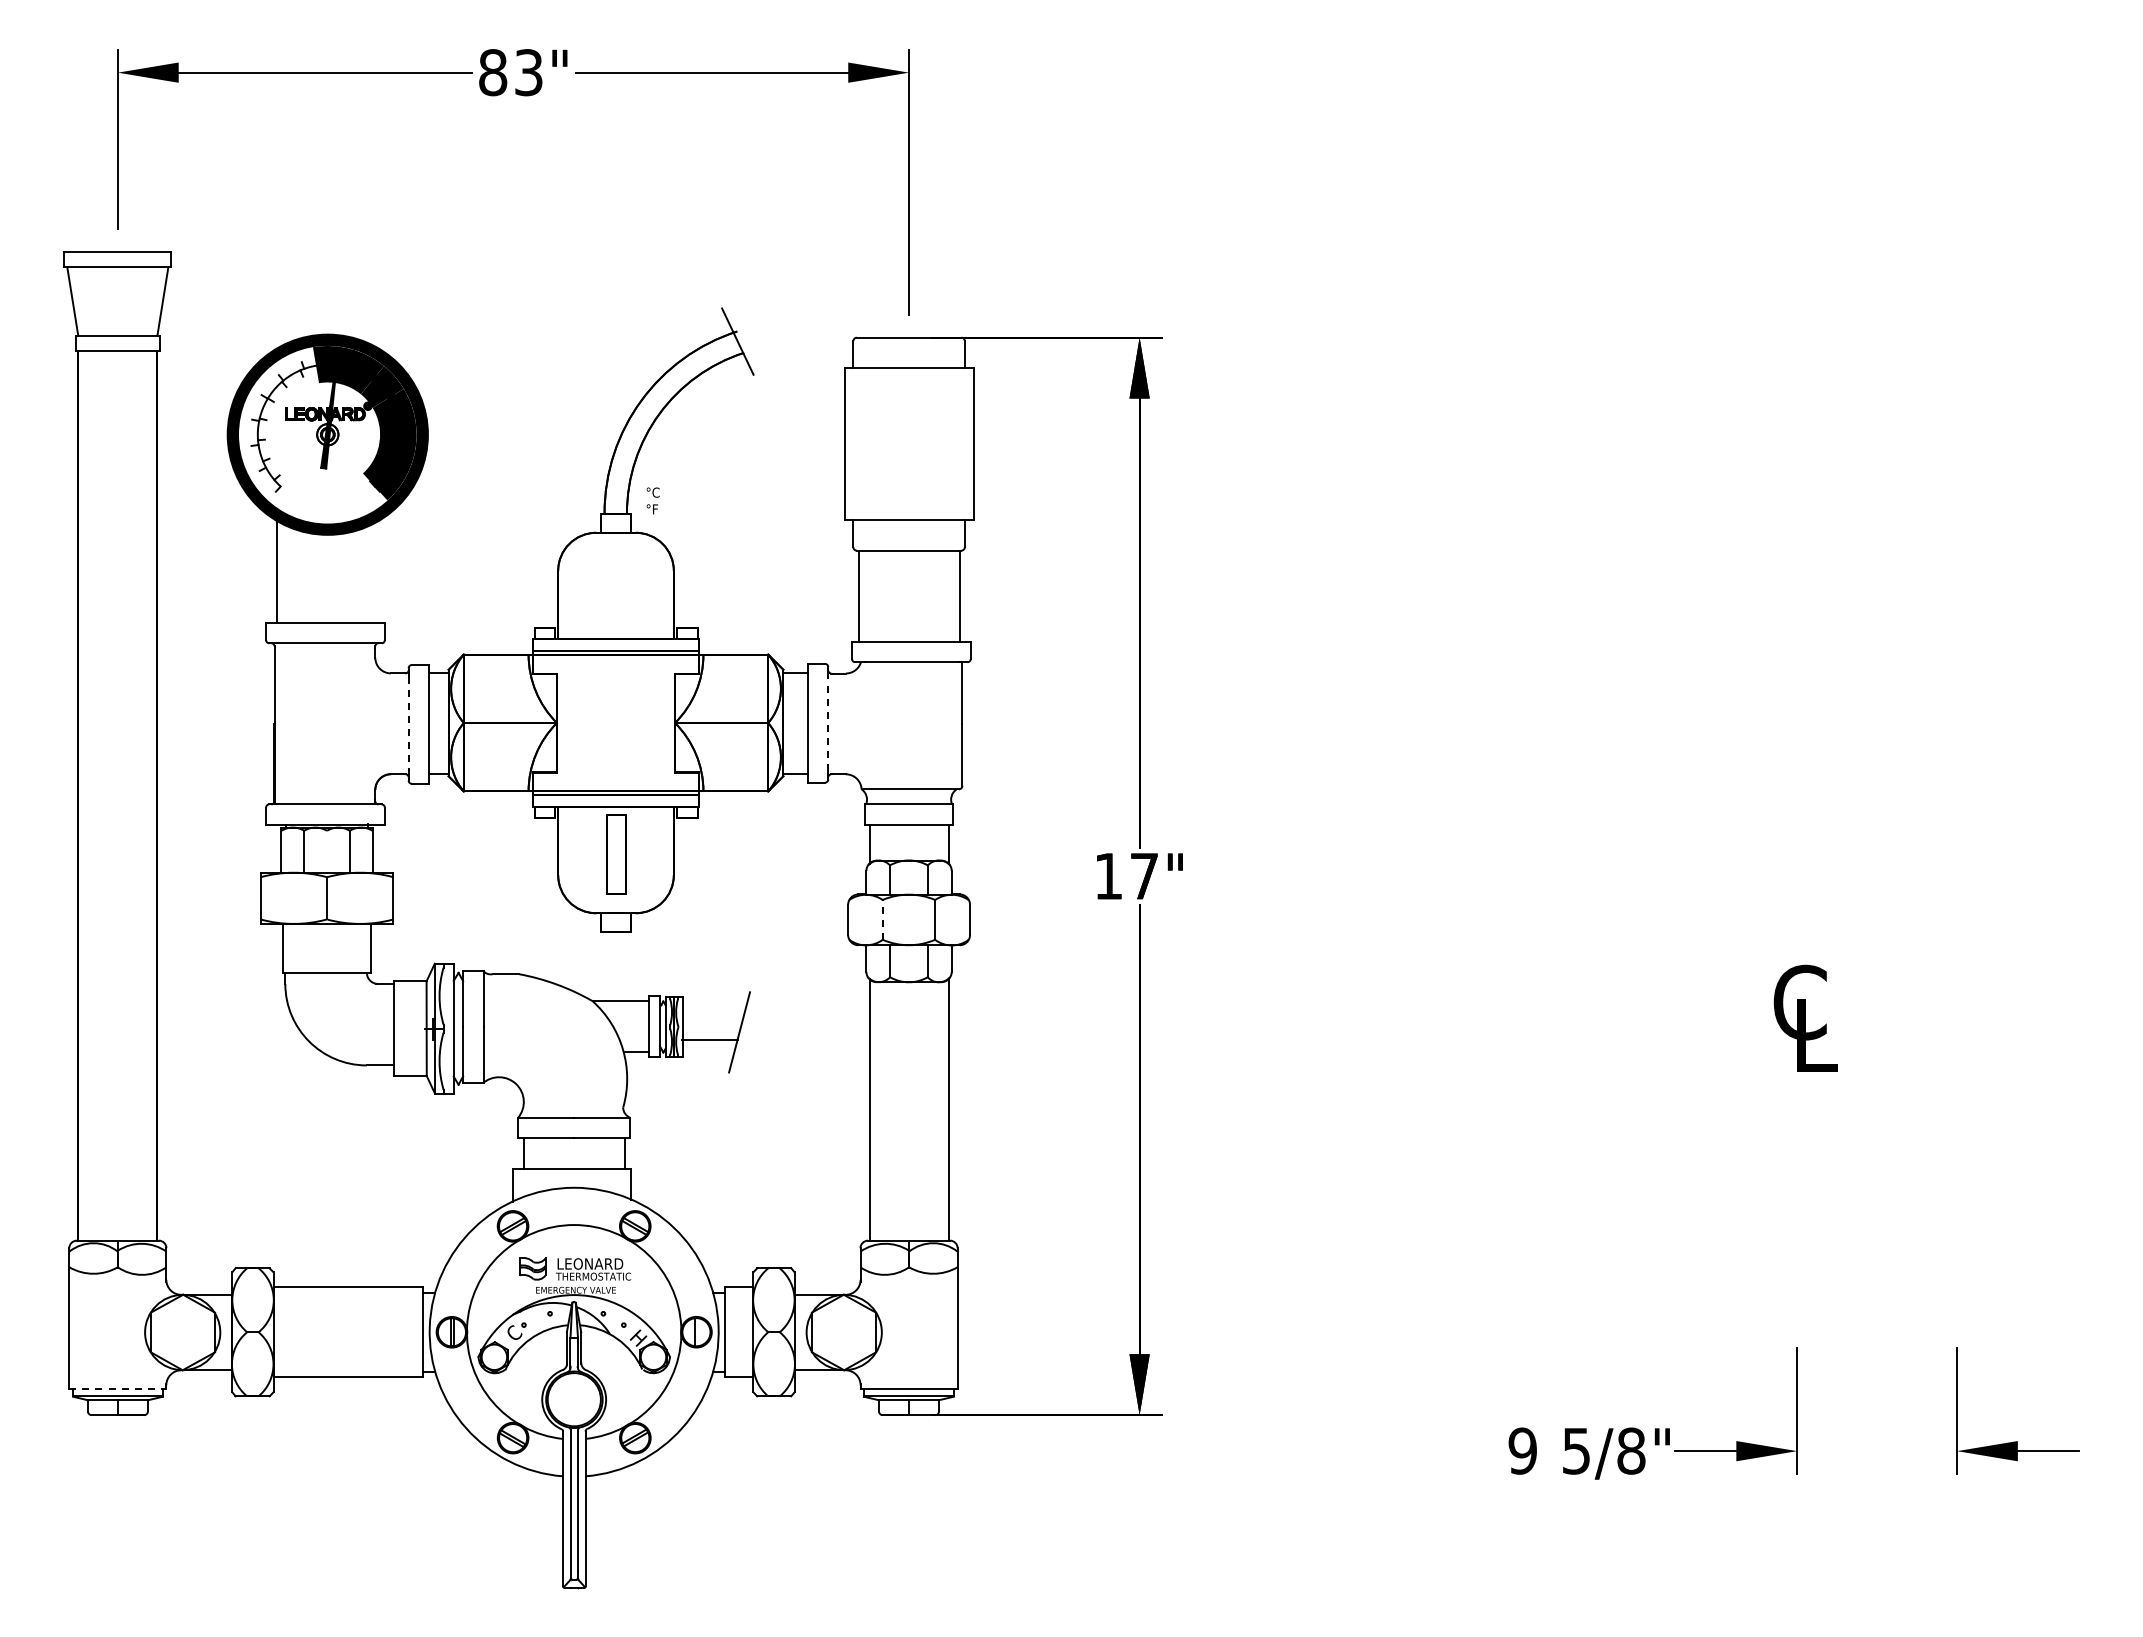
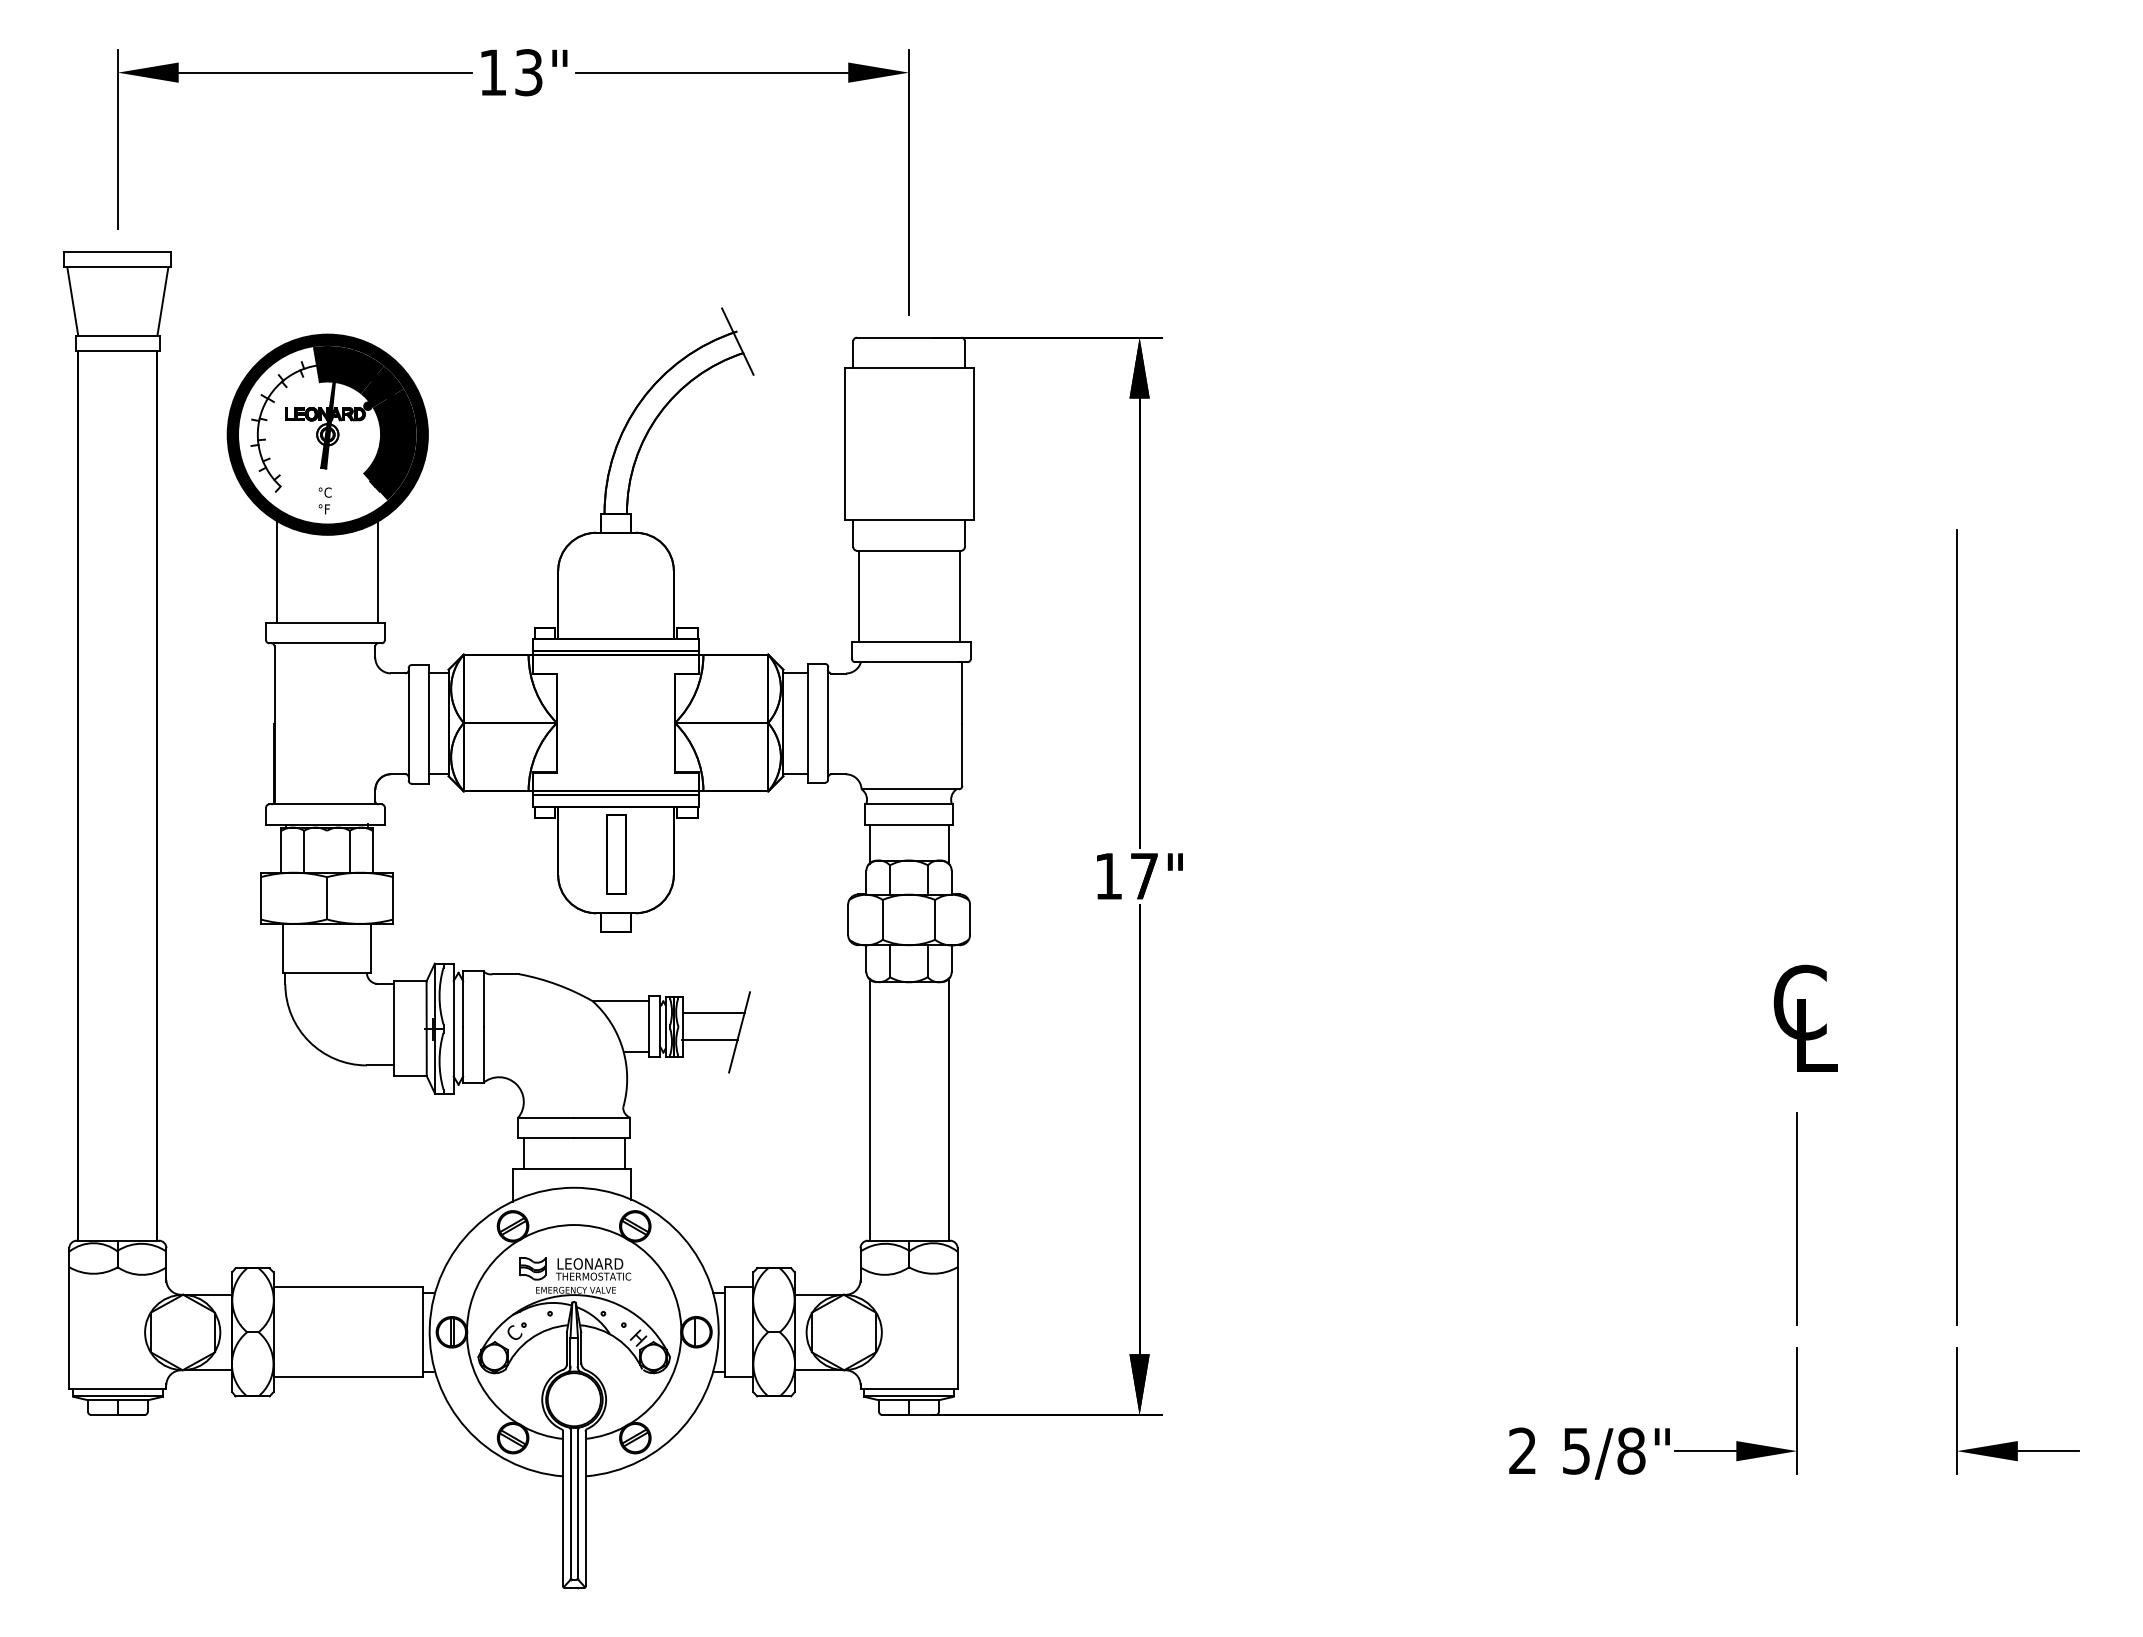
text at (493, 72): 83" -> 13"
text at (652, 500) position: (652, 500) -> (324, 500)
line at (378, 571): none -> present
line at (828, 723): dashed -> solid
line at (408, 724): dashed -> solid
line at (882, 919): dashed -> solid
line at (1956, 927): none -> present
line at (713, 1013): none -> present
line at (1797, 1219): none -> present
line at (117, 1389): dashed -> solid
text at (1522, 1450): 9 -> 2
